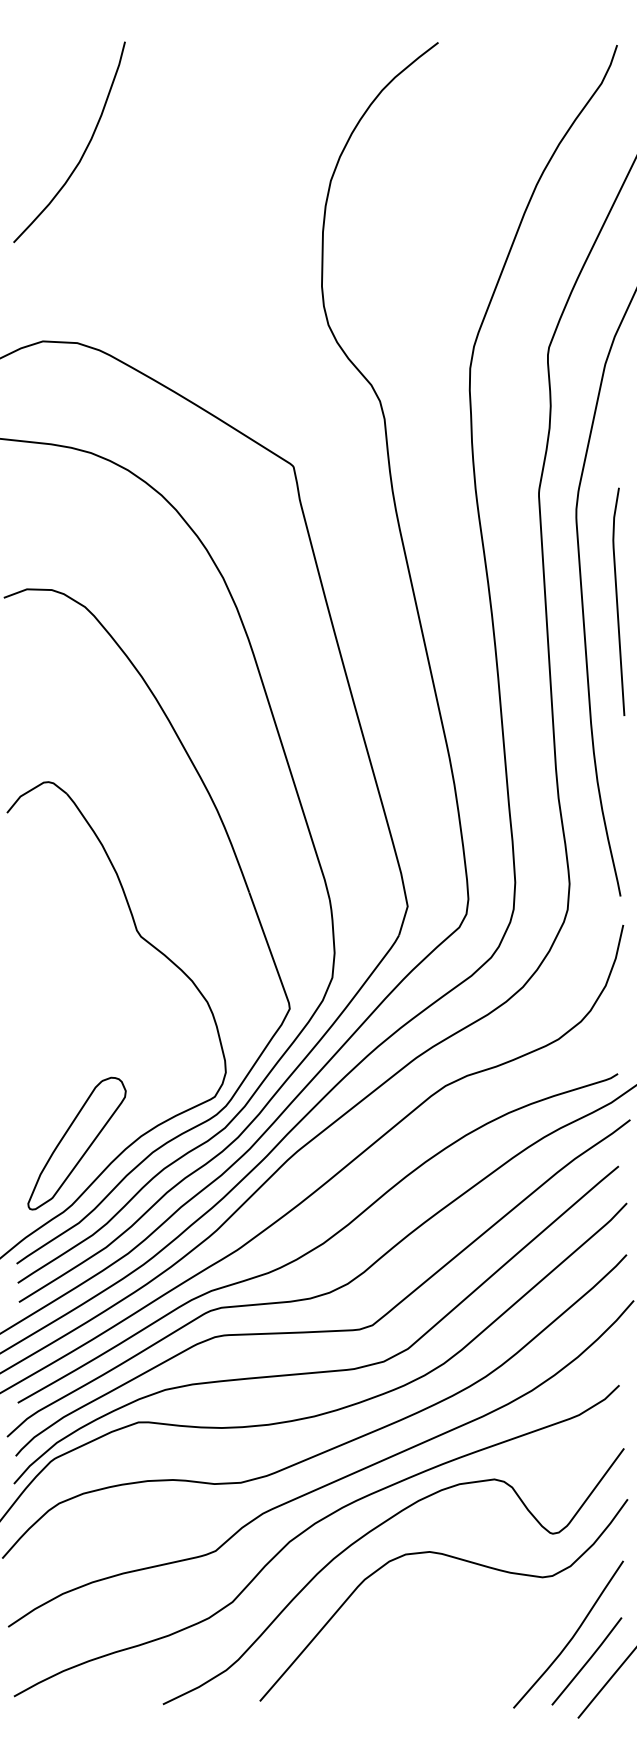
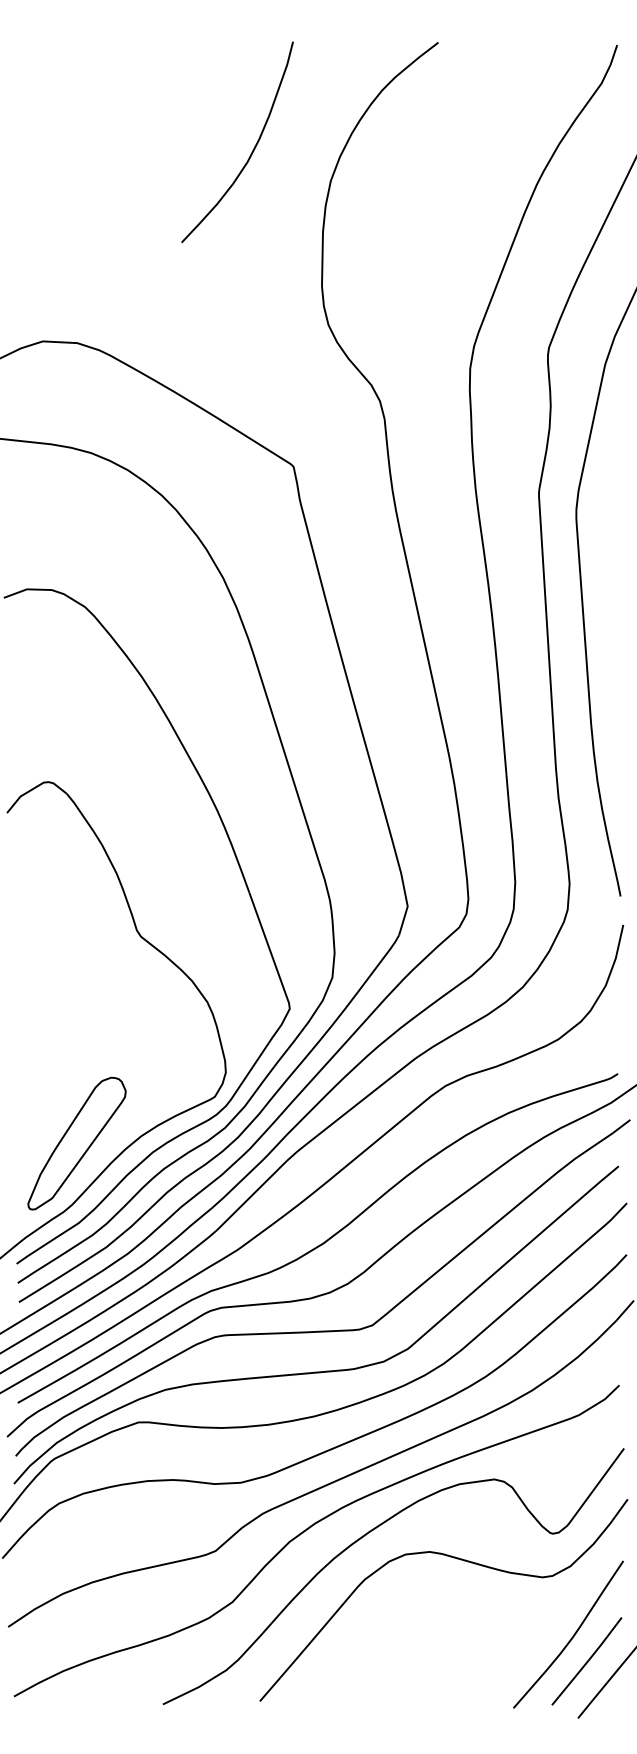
curve at (84, 150) position: (84, 150) -> (252, 150)
line at (617, 601): present -> none
